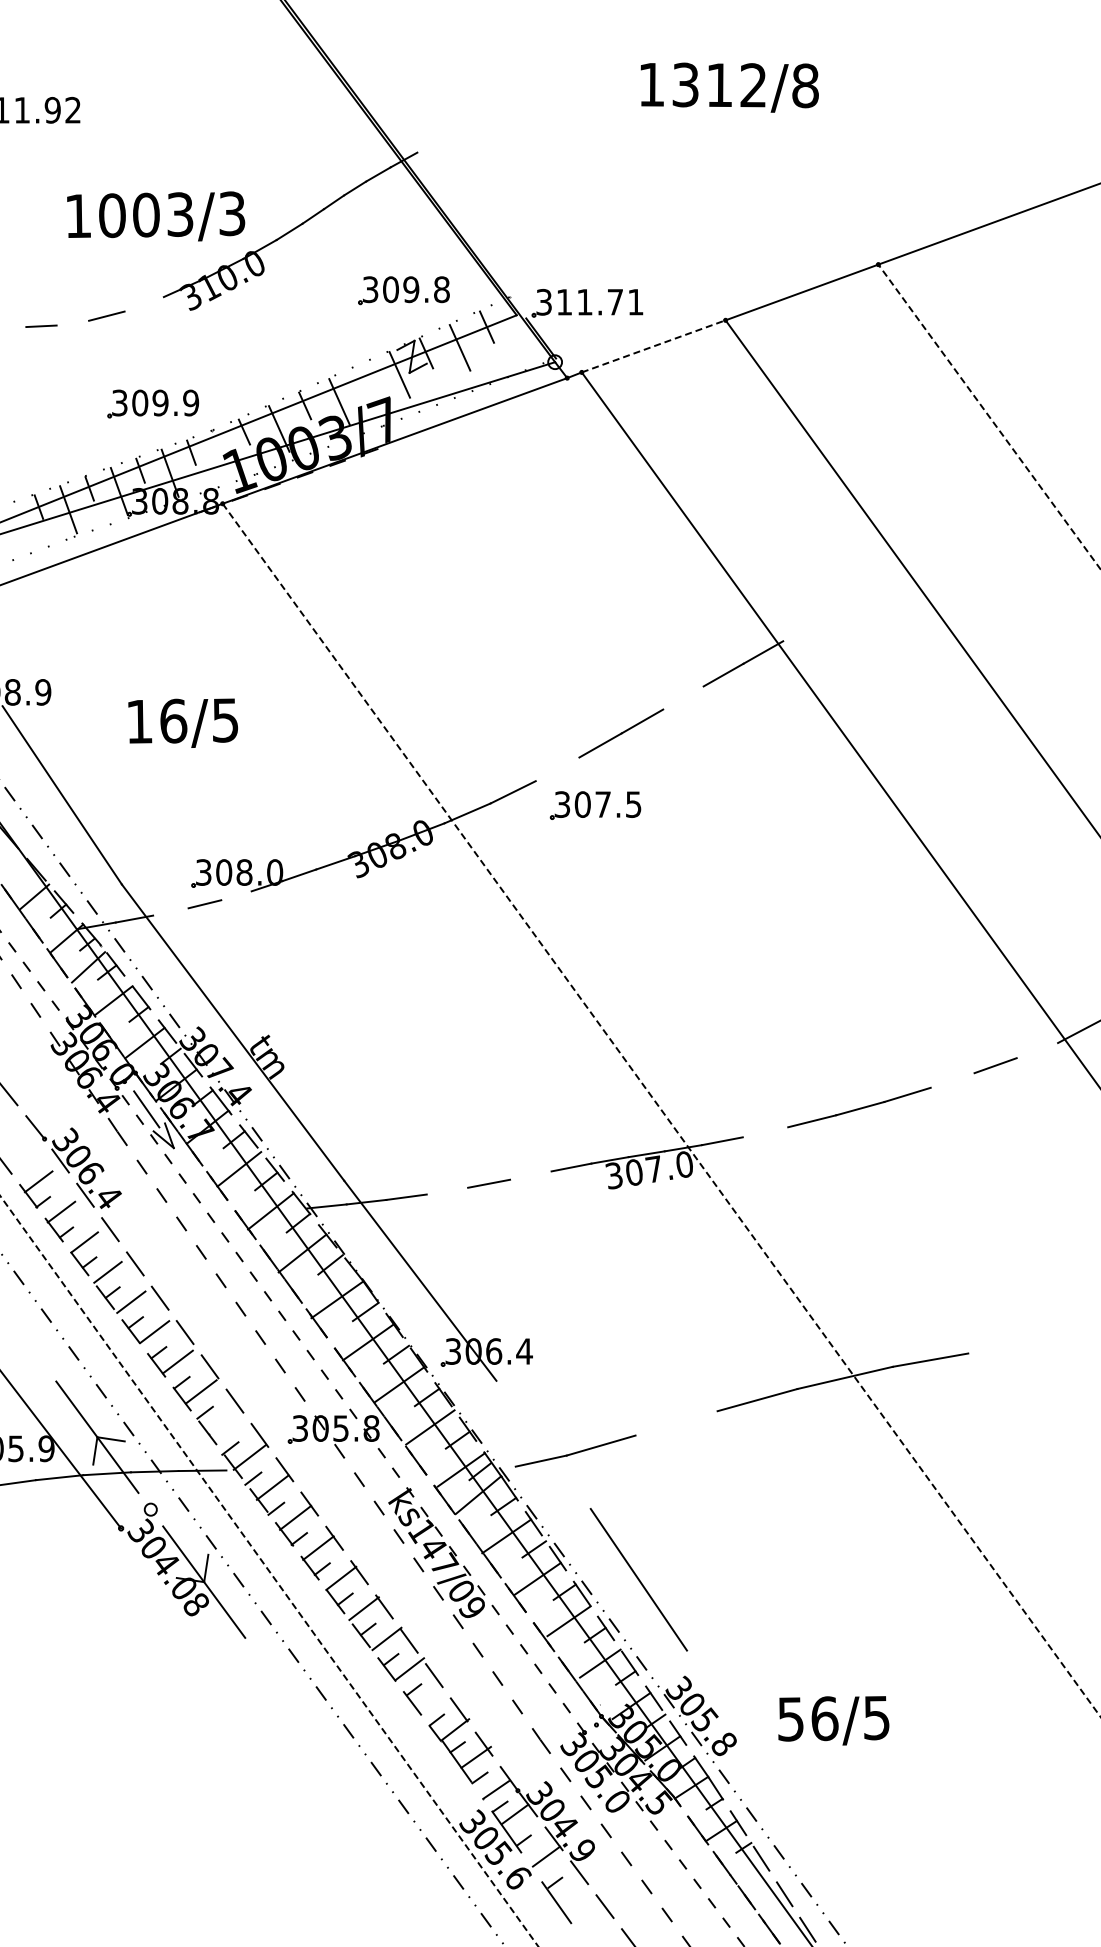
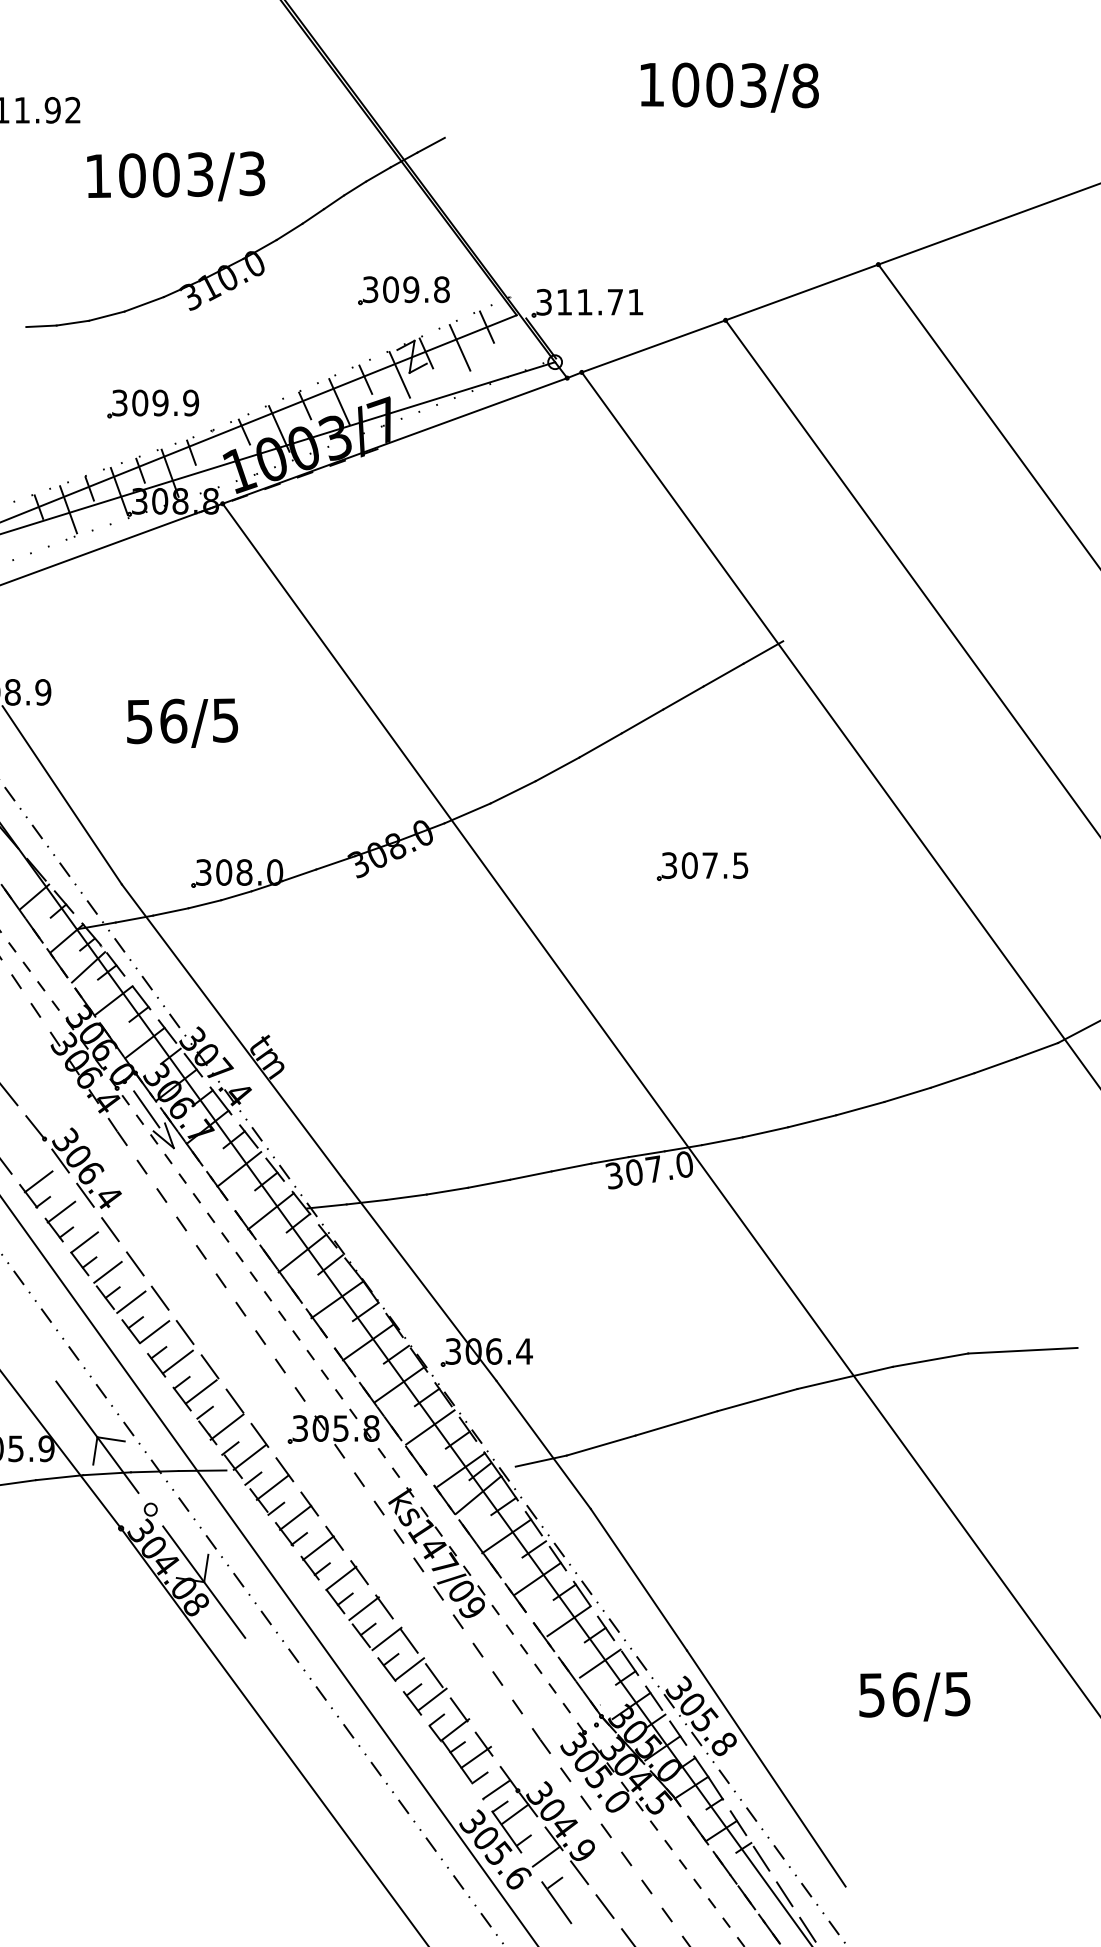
text at (719, 84): 1312/8 -> 1003/8
line at (430, 144): none -> present
text at (156, 216) position: (156, 216) -> (176, 176)
line at (143, 304): none -> present
line at (72, 322): none -> present
line at (654, 346): dashed -> solid
line at (365, 379): none -> present
line at (989, 416): dashed -> solid
line at (683, 697): none -> present
text at (139, 722): 16/5 -> 56/5
line at (557, 769): none -> present
part at (595, 805) position: (595, 805) -> (702, 866)
line at (236, 895): none -> present
line at (170, 911): none -> present
line at (1037, 1050): none -> present
line at (952, 1080): none -> present
line at (661, 1110): dashed -> solid
line at (765, 1132): none -> present
line at (530, 1175): none -> present
line at (447, 1190): none -> present
line at (1022, 1350): none -> present
line at (676, 1423): none -> present
line at (226, 1426): none -> present
line at (543, 1444): none -> present
line at (269, 1571): dashed -> solid
line at (432, 1699): none -> present
text at (833, 1720) position: (833, 1720) -> (914, 1696)
line at (273, 1735): none -> present
line at (766, 1768): none -> present
